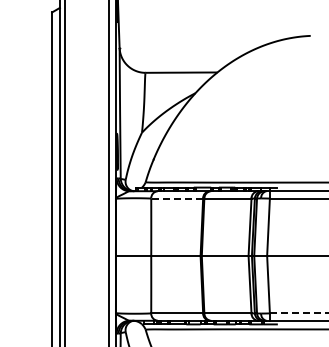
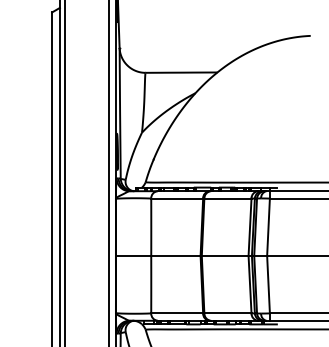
line at (177, 198): dashed -> solid
line at (299, 313): dashed -> solid
